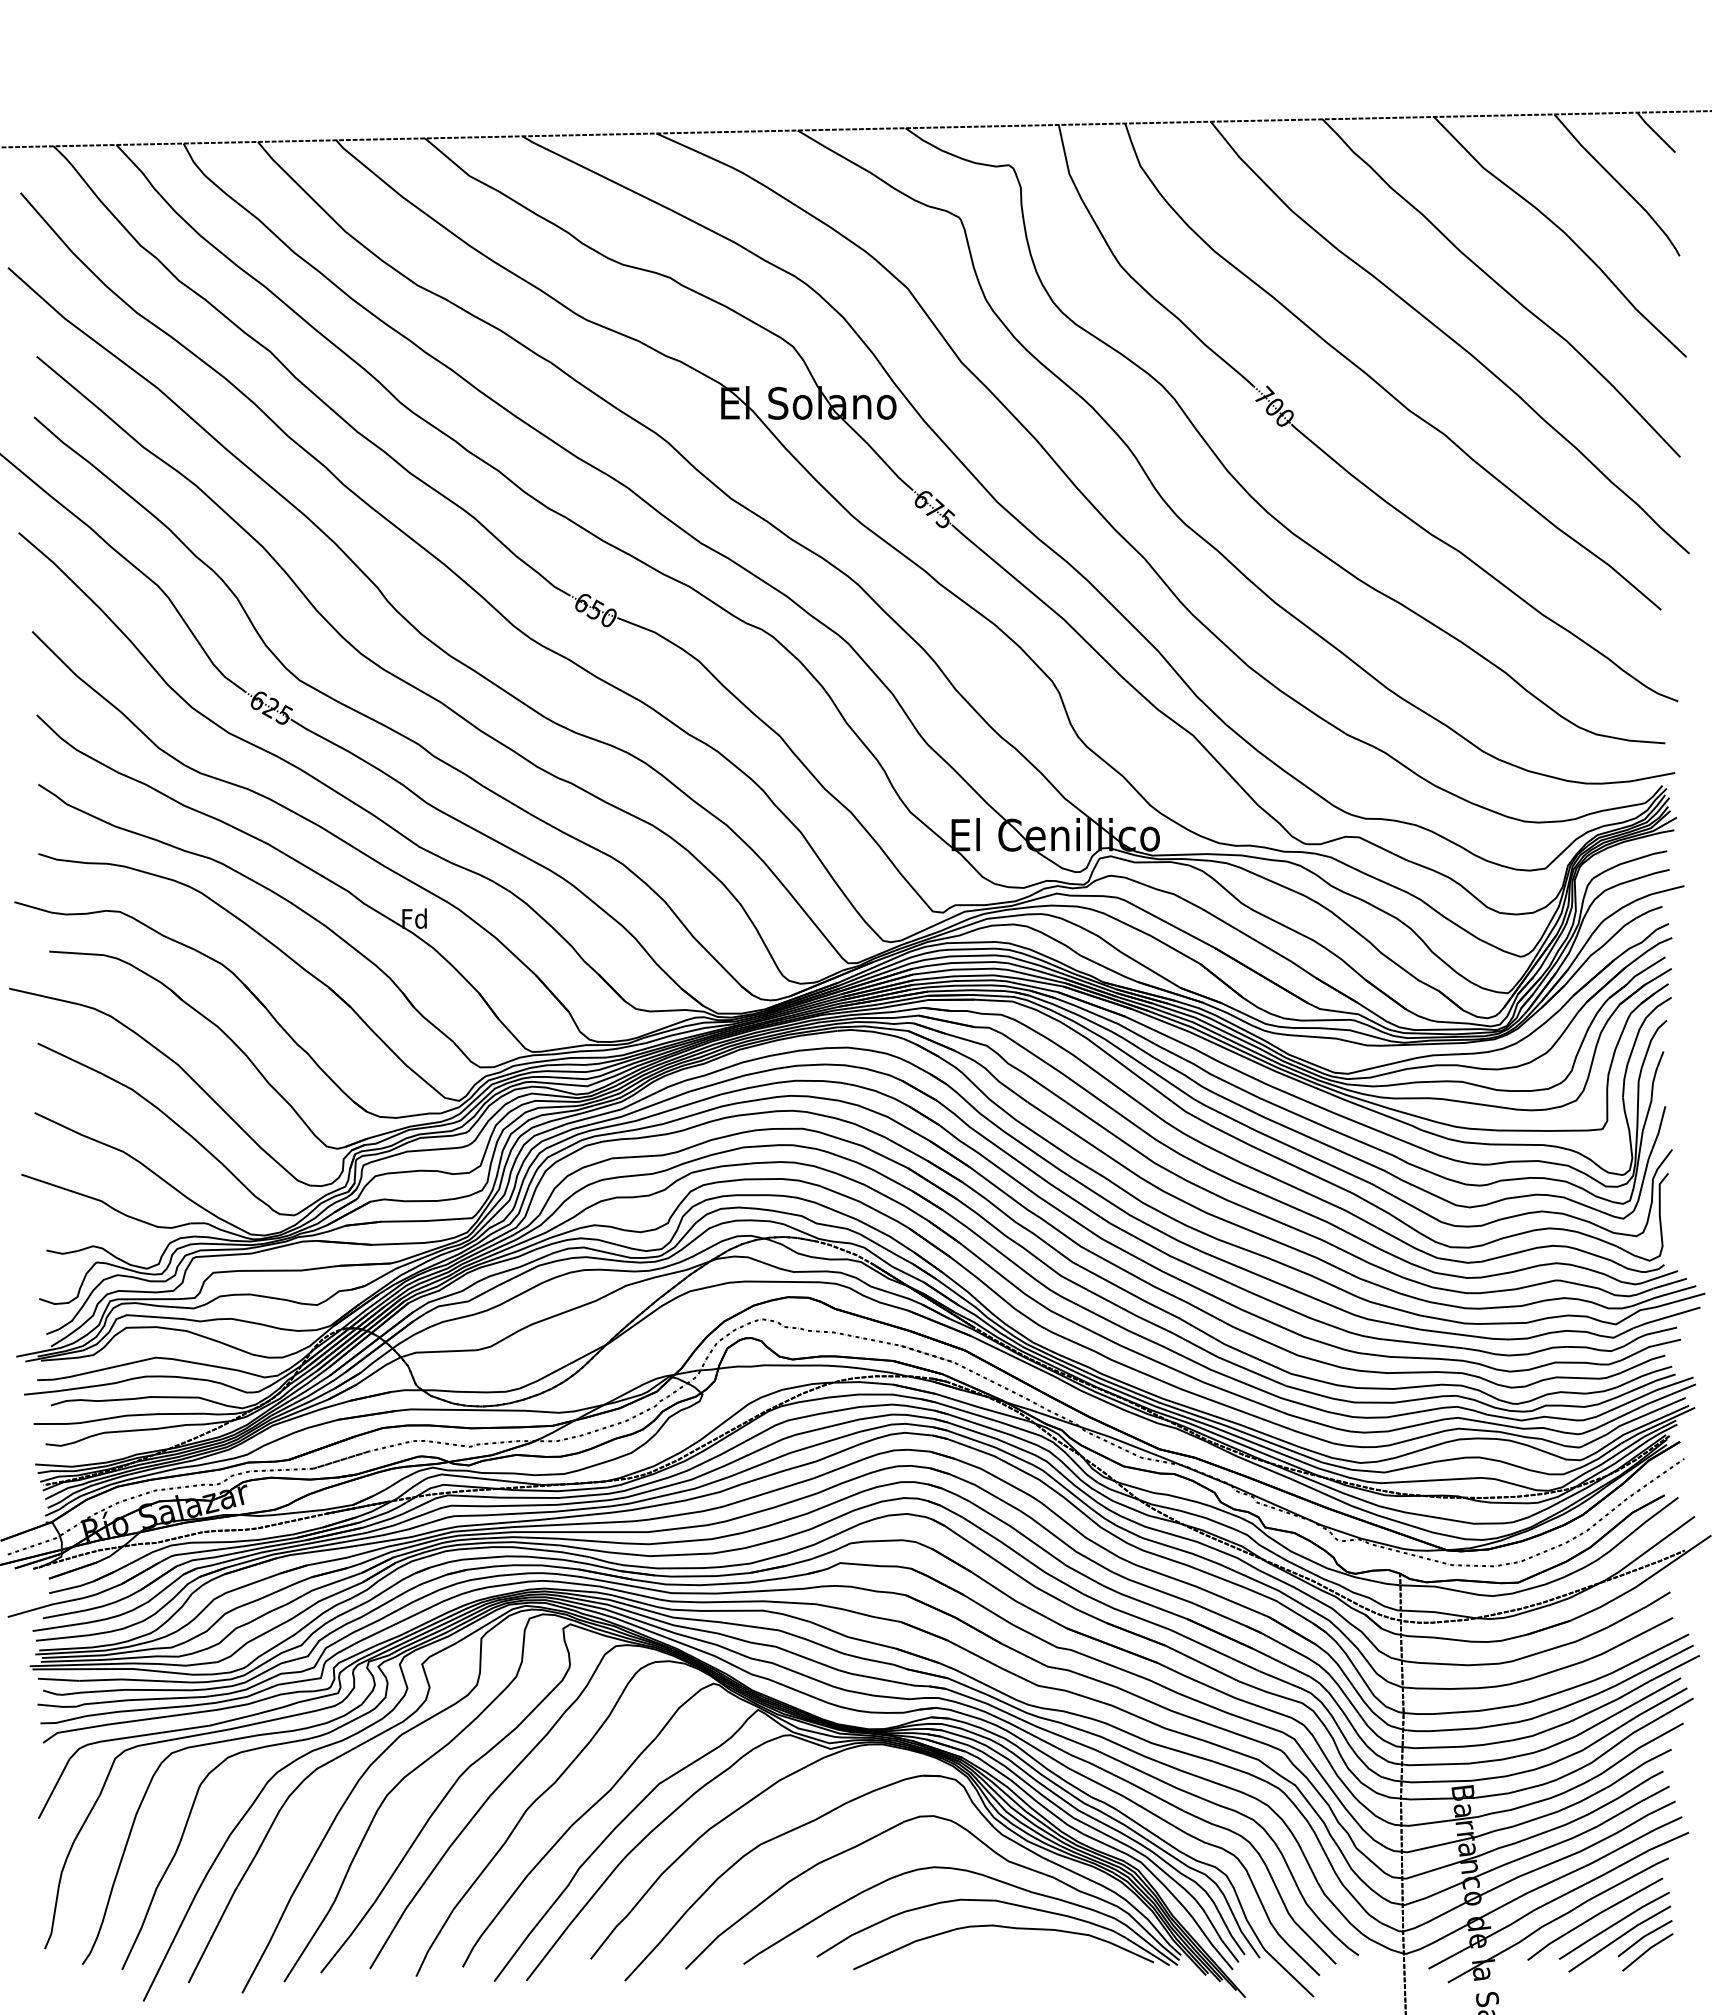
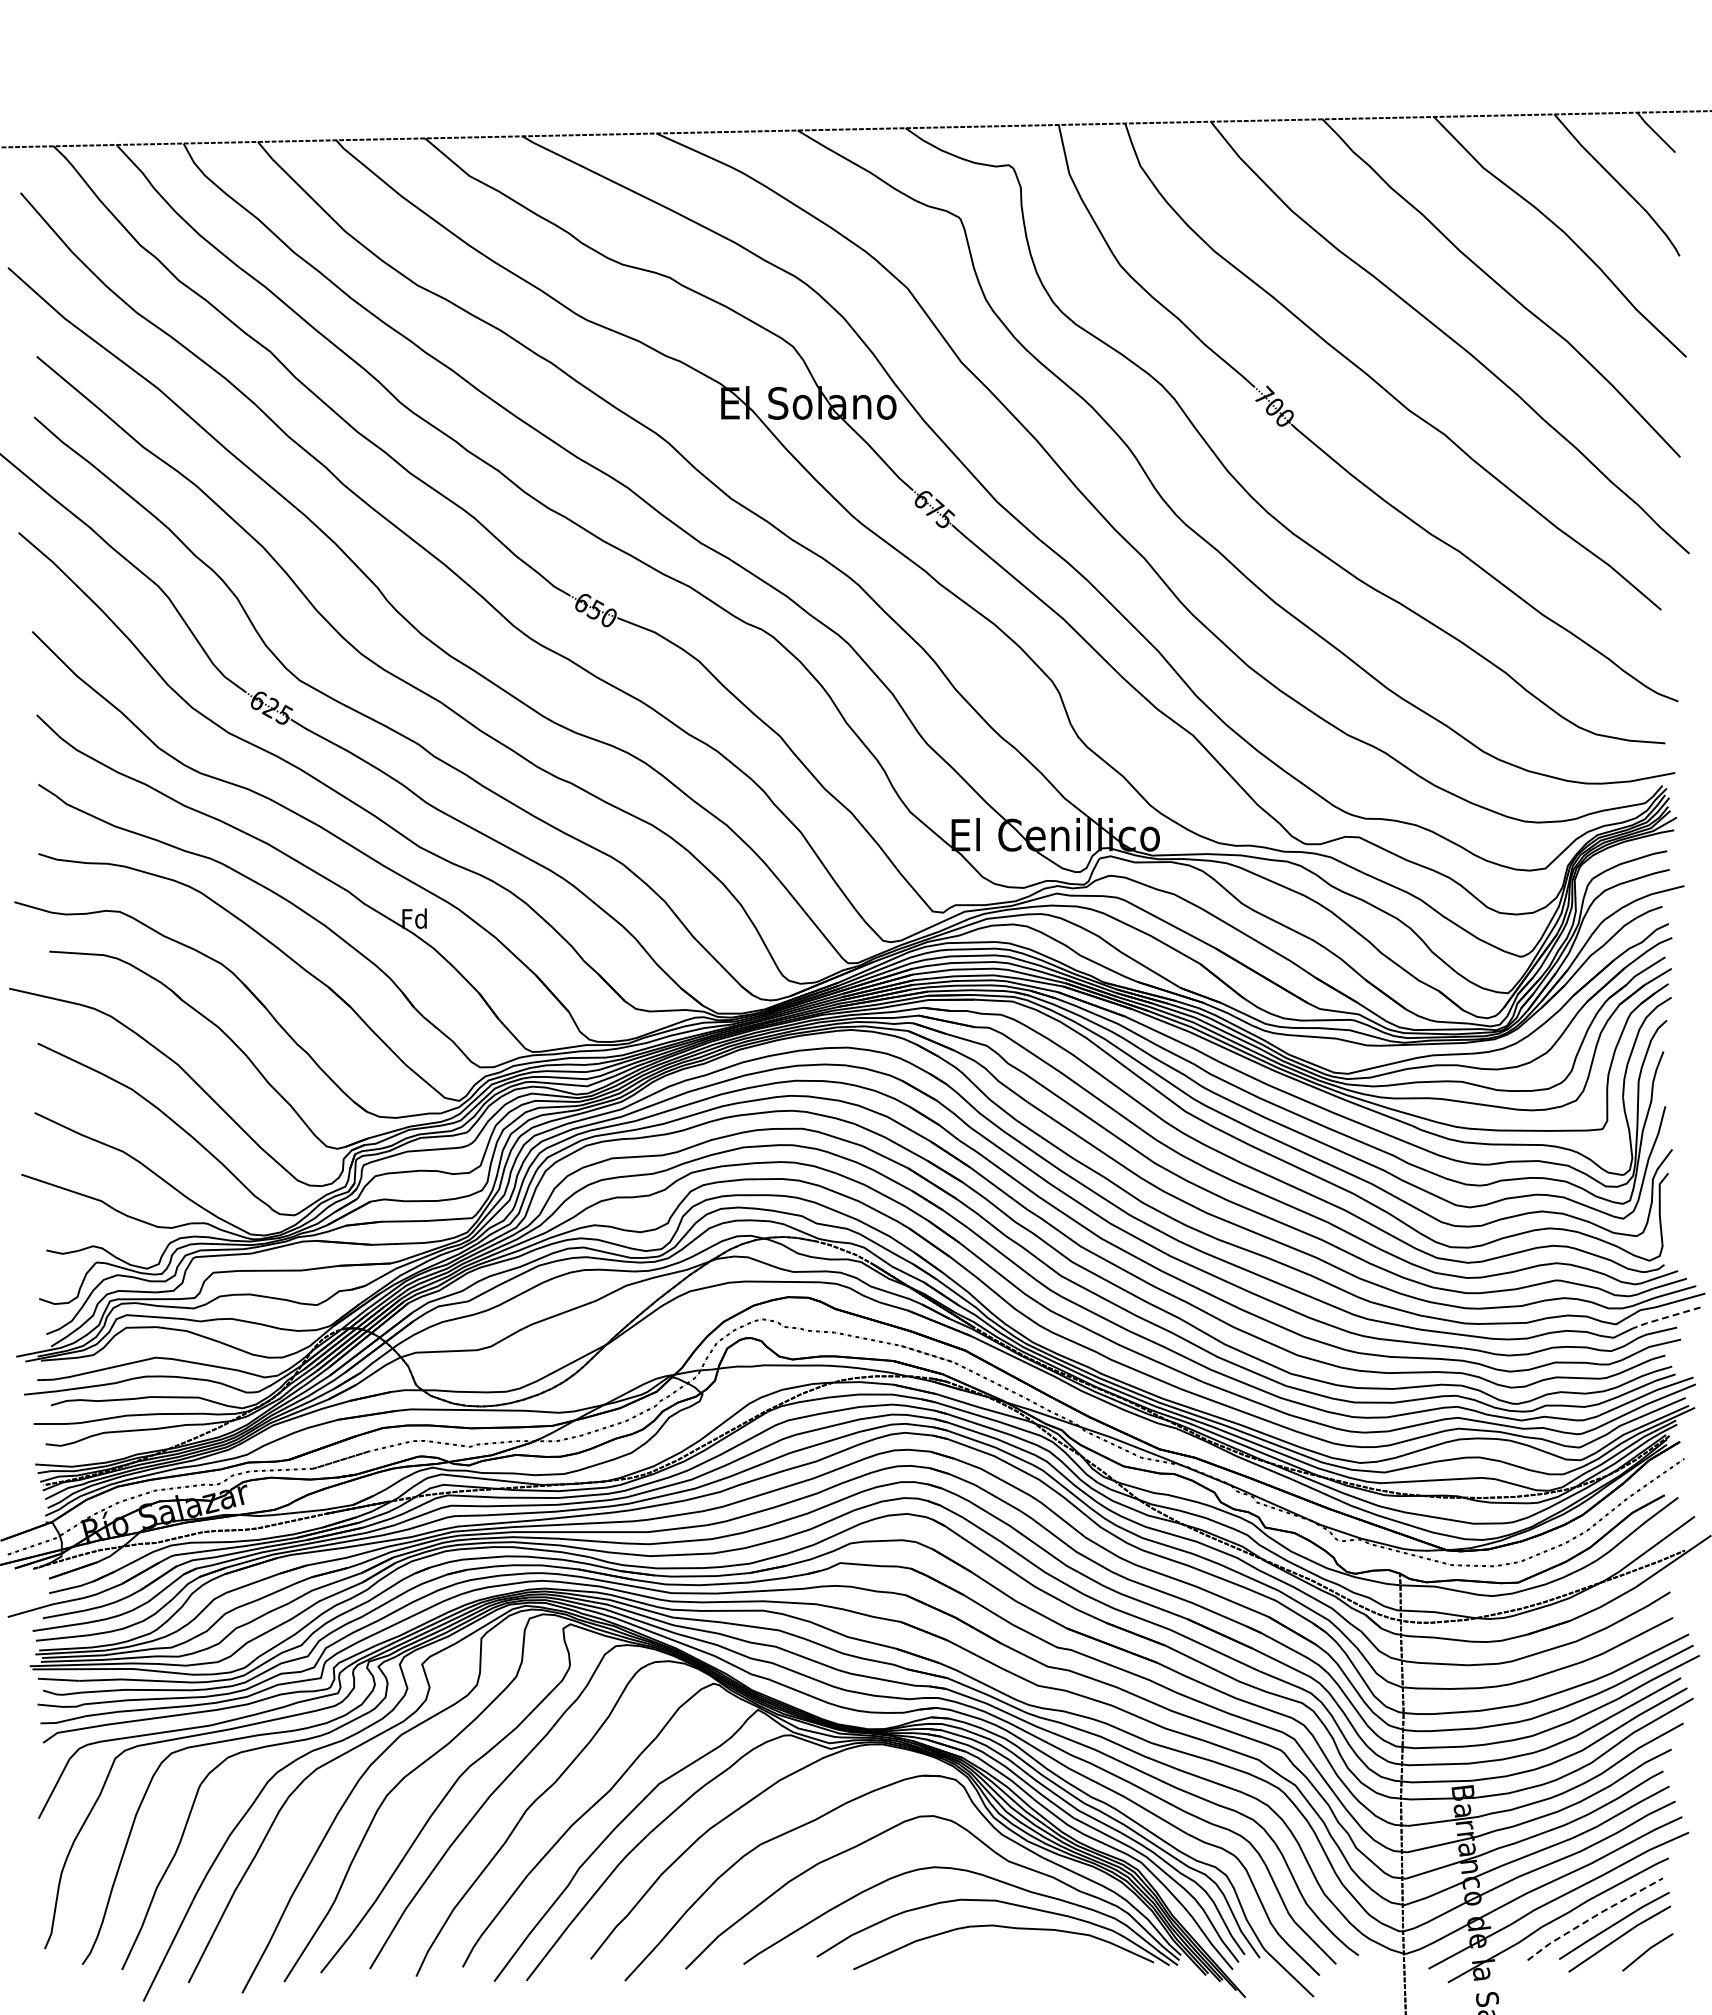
line at (1666, 1317): solid -> dashed
line at (1593, 1917): solid -> dashed
line at (1644, 1937): present -> none
